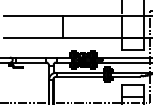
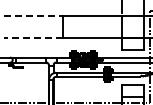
line at (33, 15): solid -> dashed
line at (33, 37): solid -> dashed
